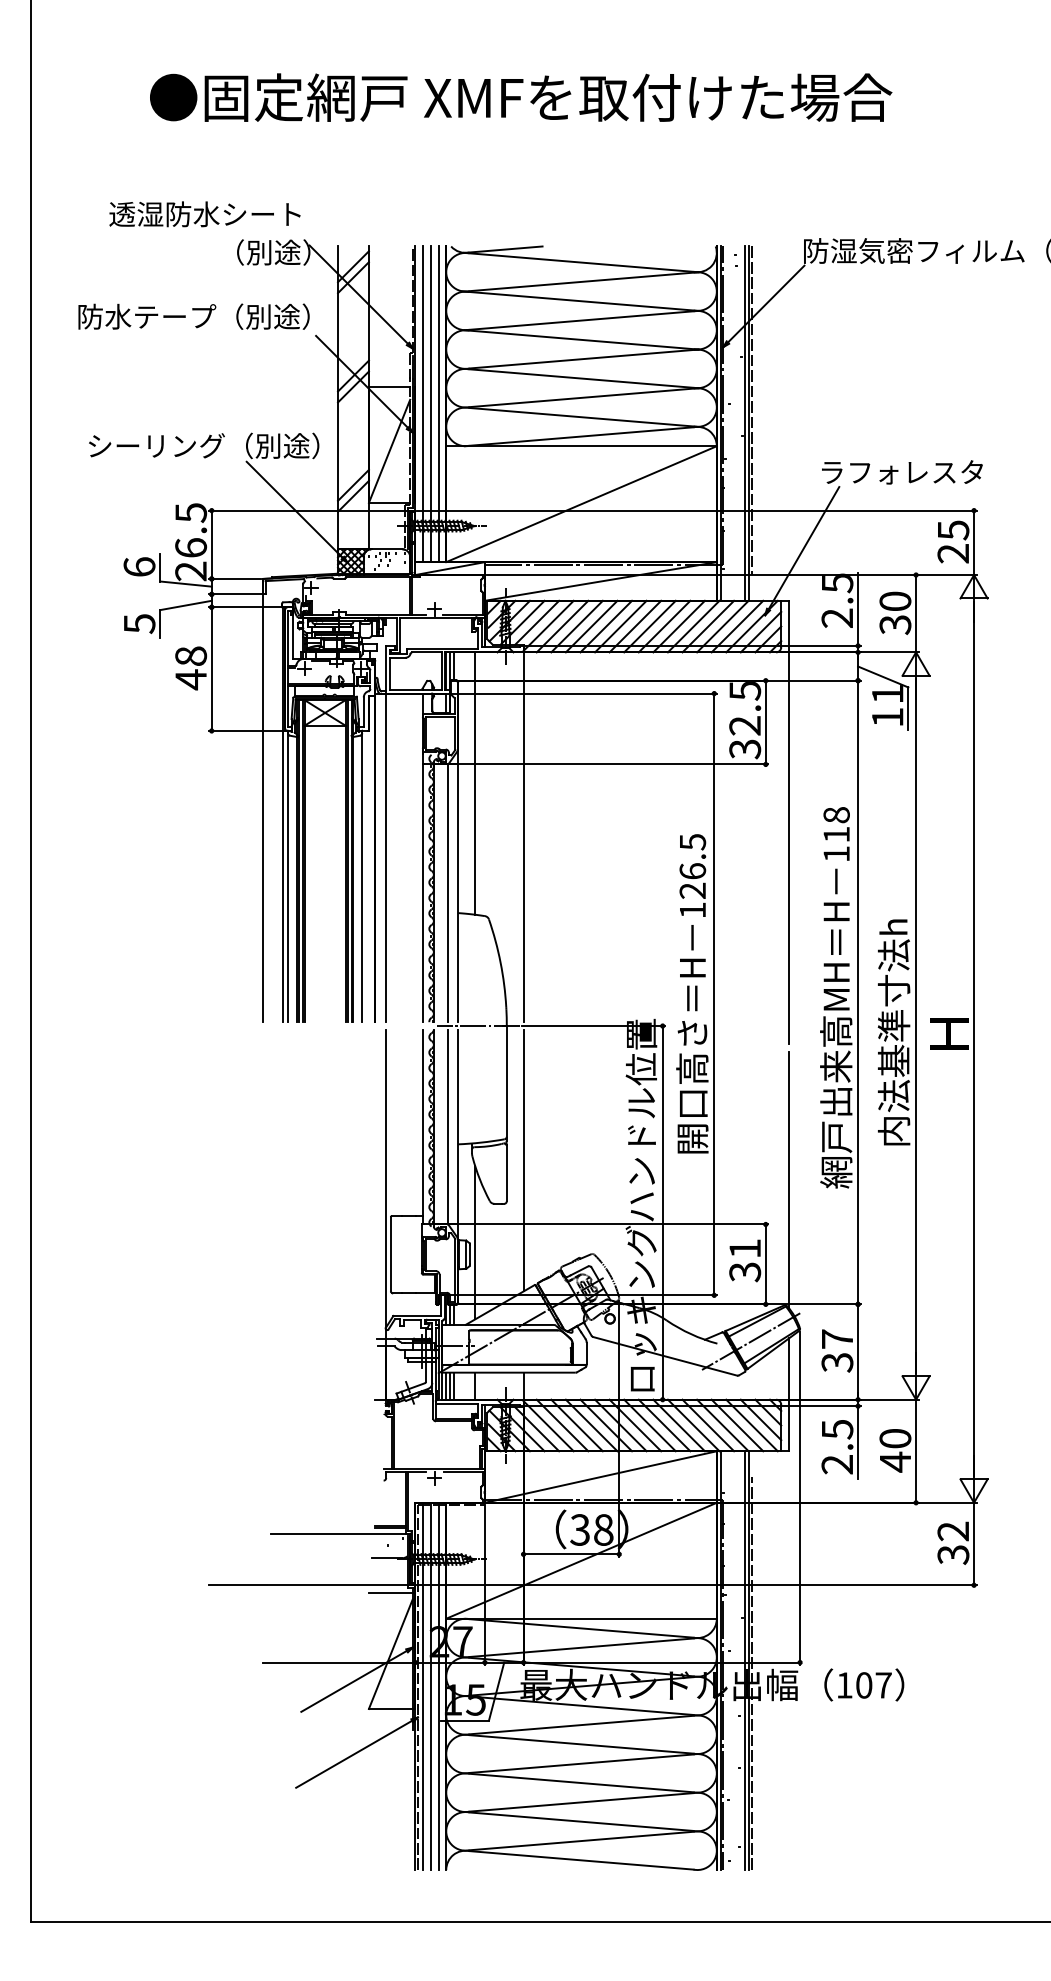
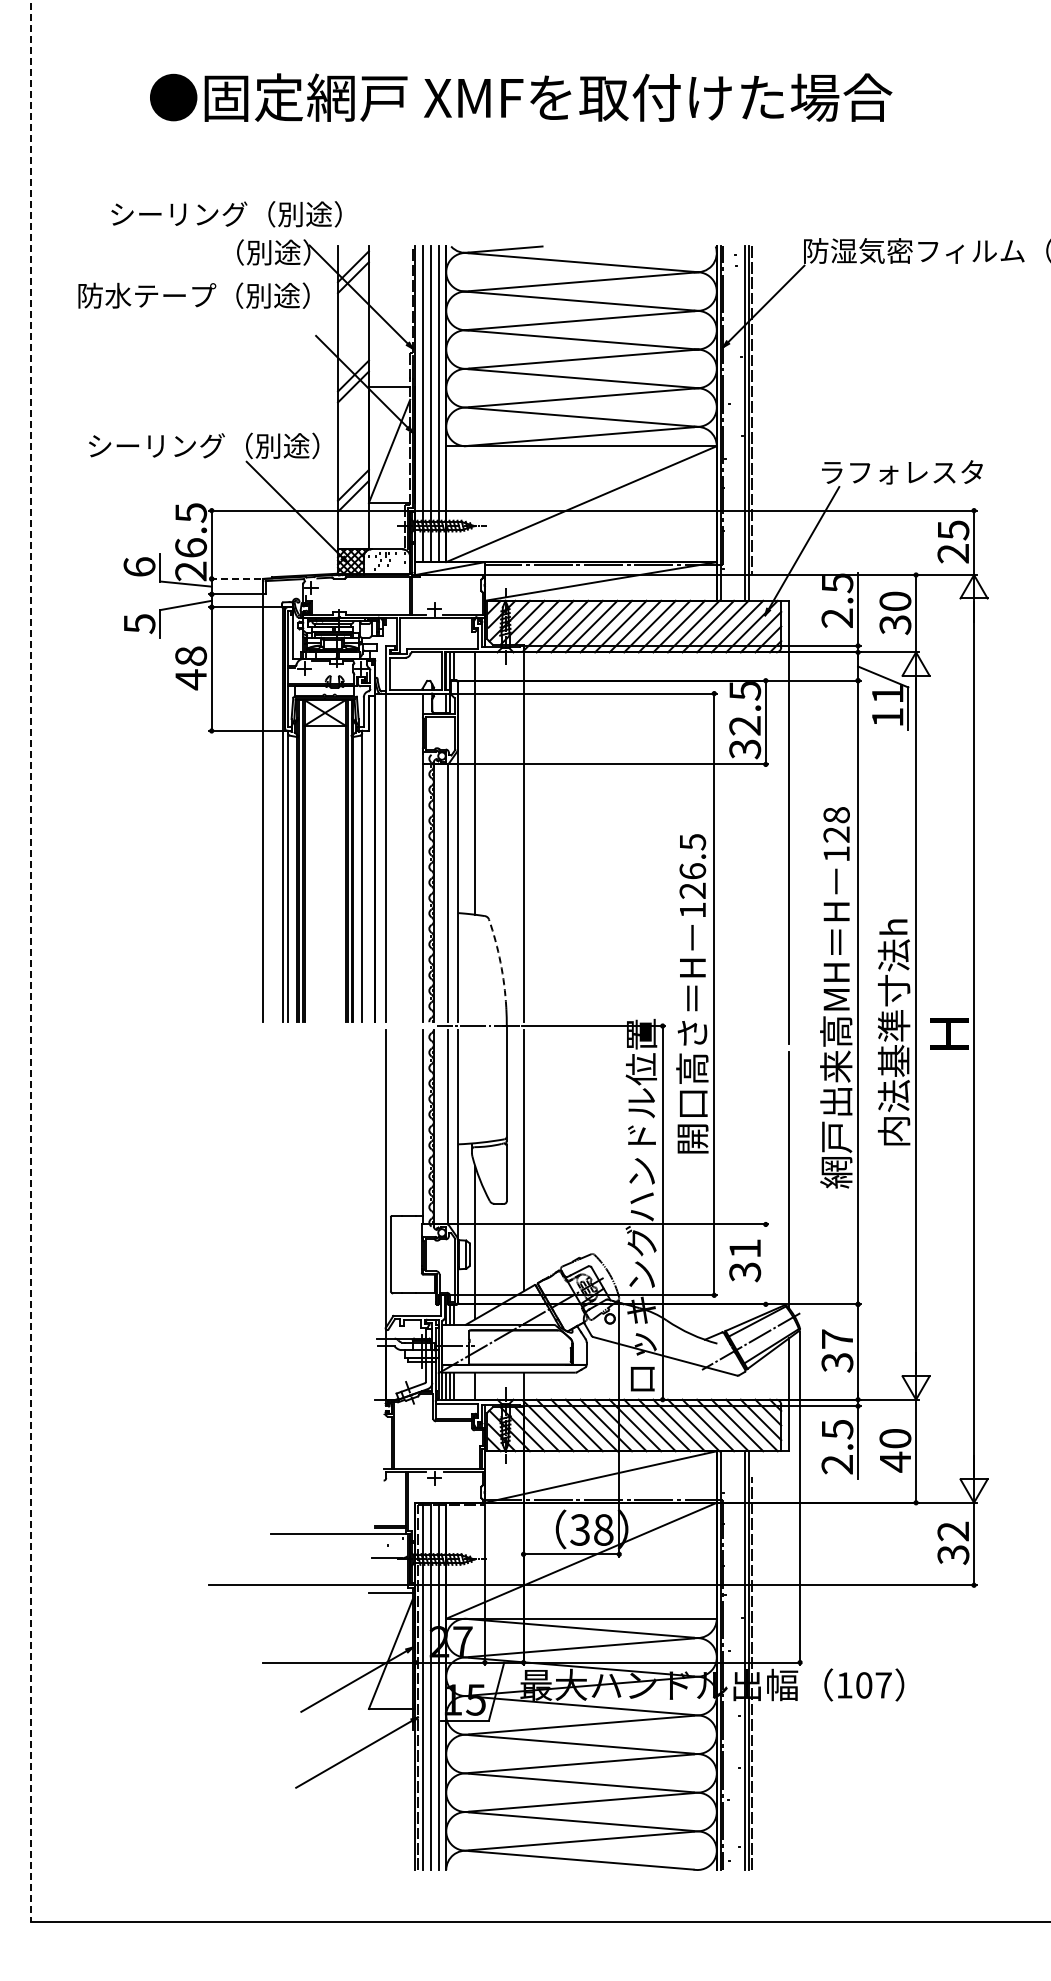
text at (225, 214): 透湿防水シート -> シーリング（別途）
text at (193, 316) position: (193, 316) -> (193, 295)
line at (234, 578): solid -> dashed
text at (836, 834): 118 -> 128
line at (31, 961): solid -> dashed
arc at (500, 962): solid -> dashed
line at (765, 1264): present -> none
